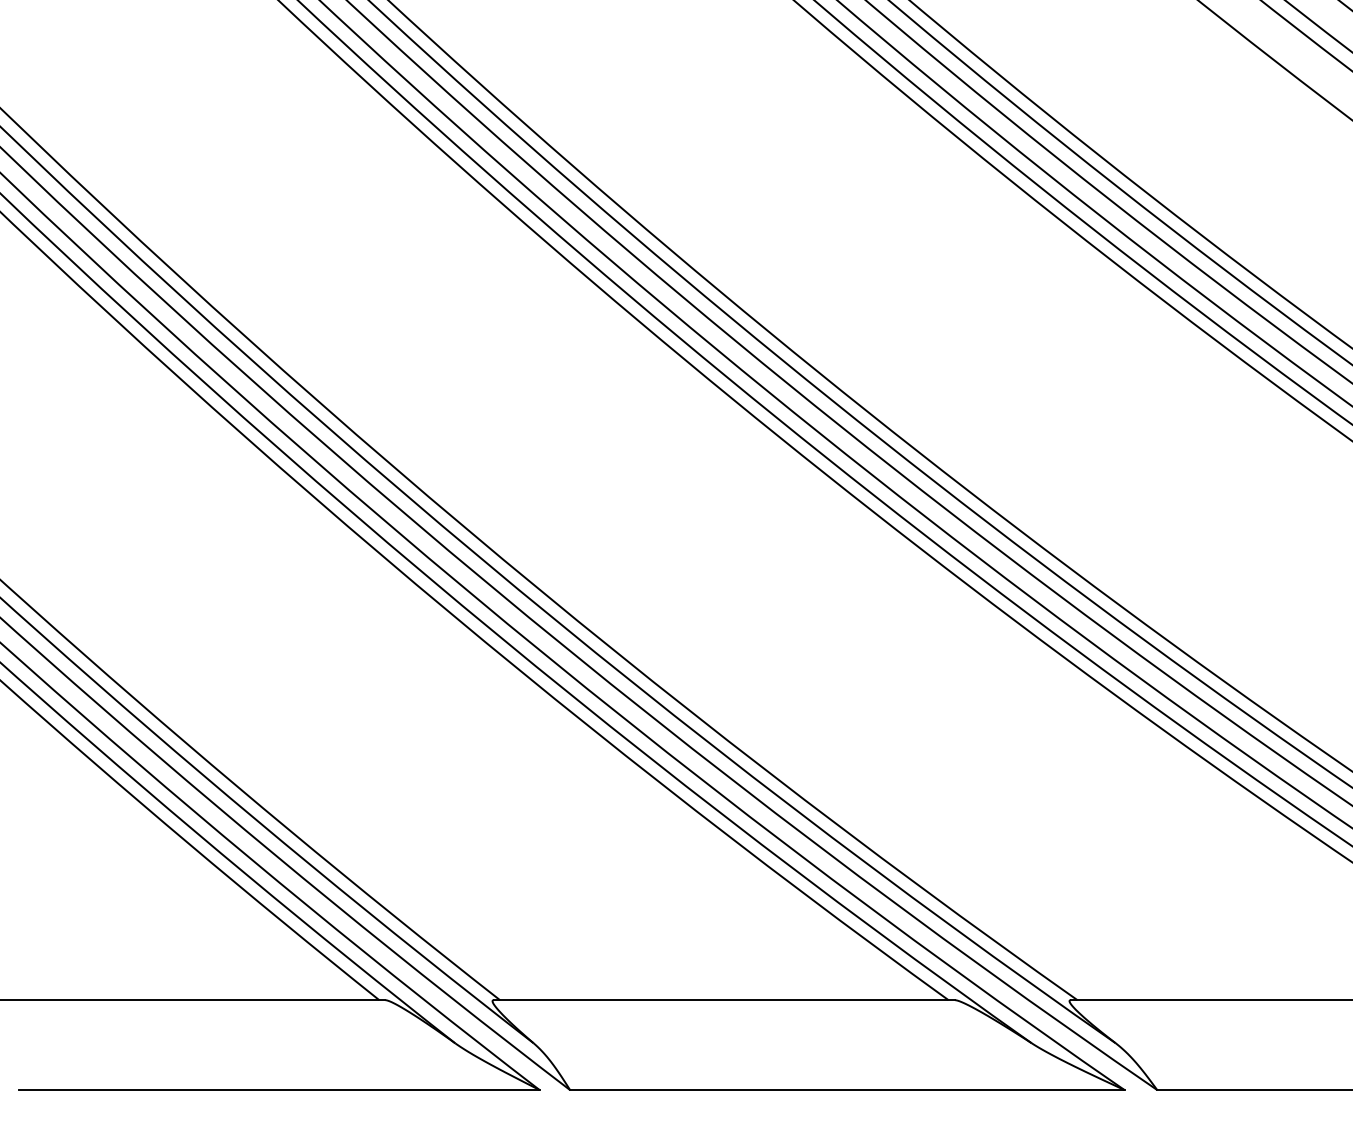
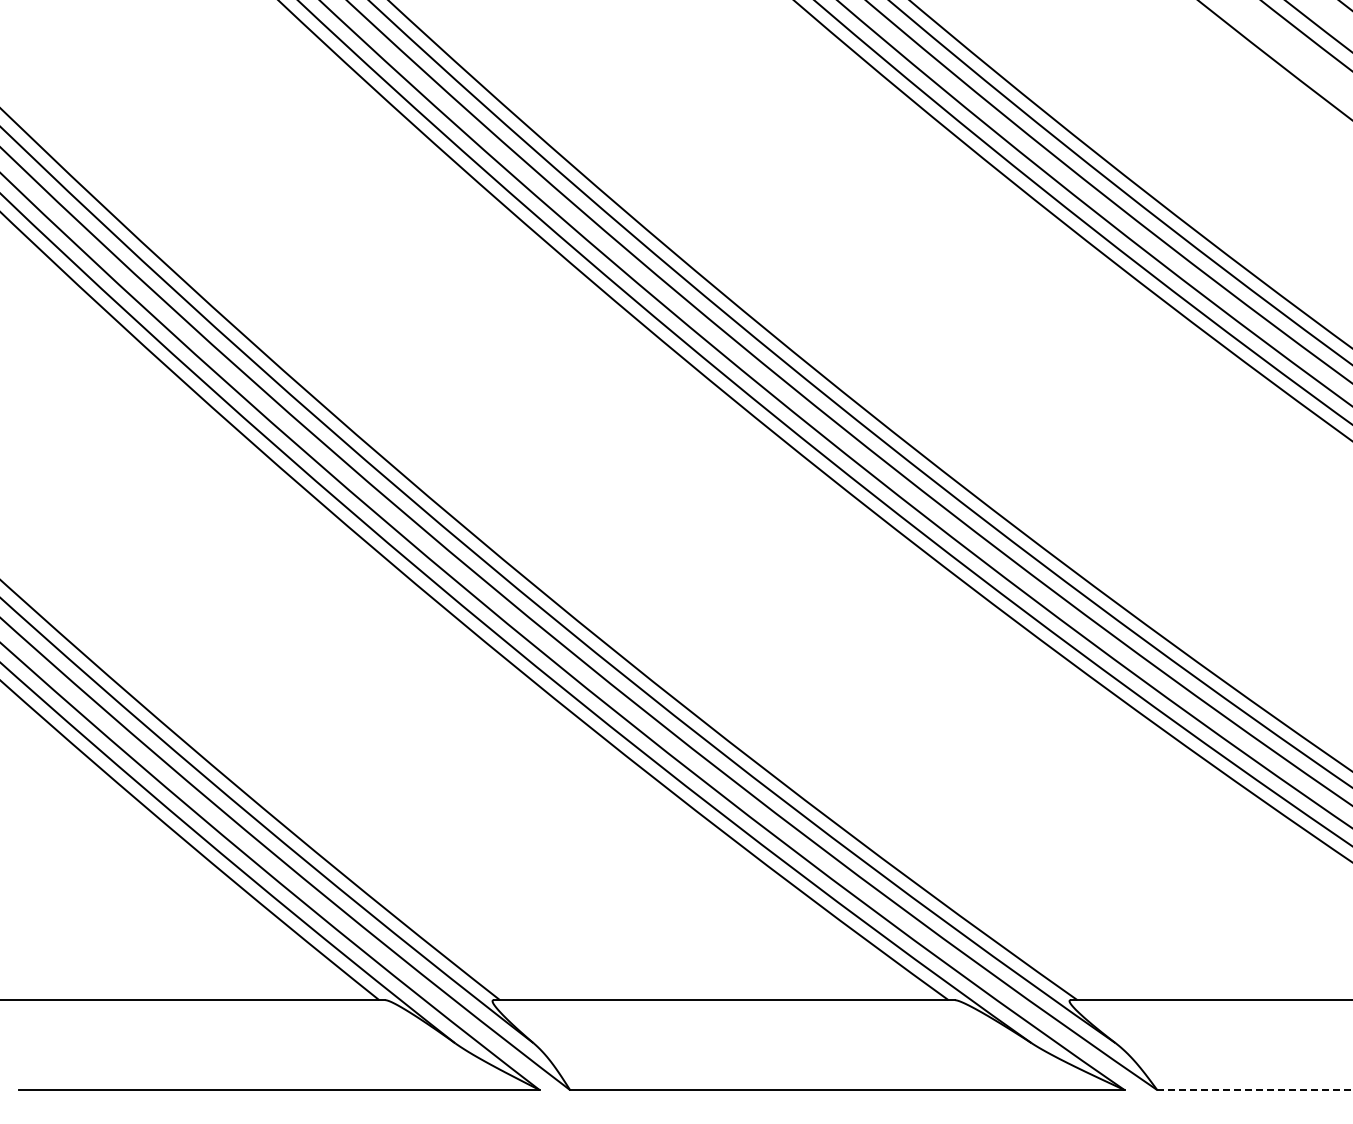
line at (1255, 1090): solid -> dashed
